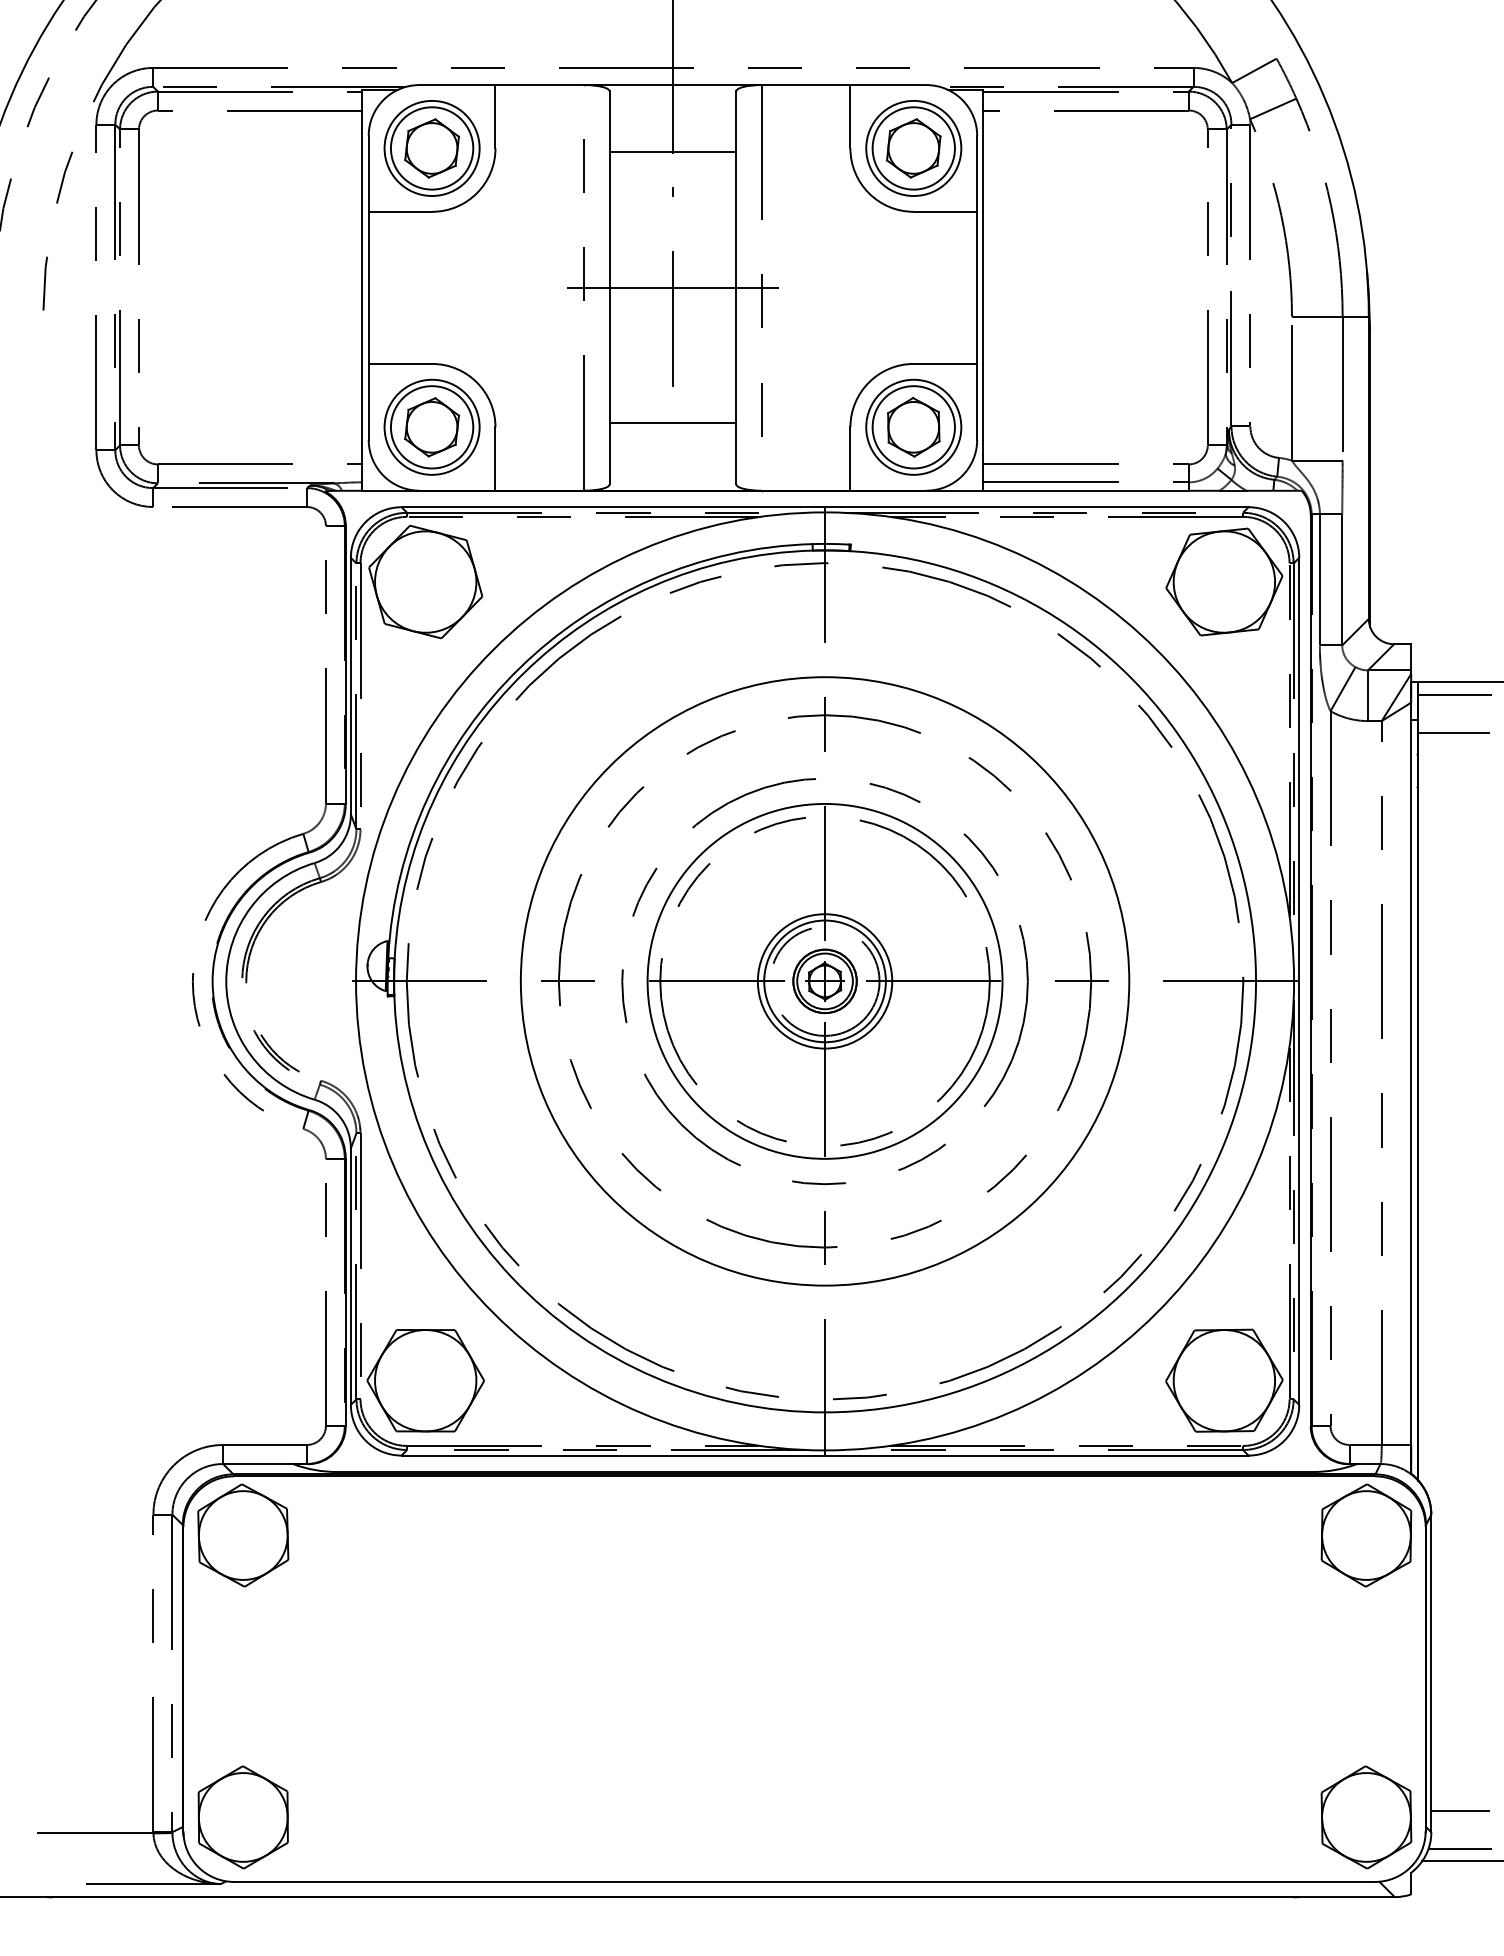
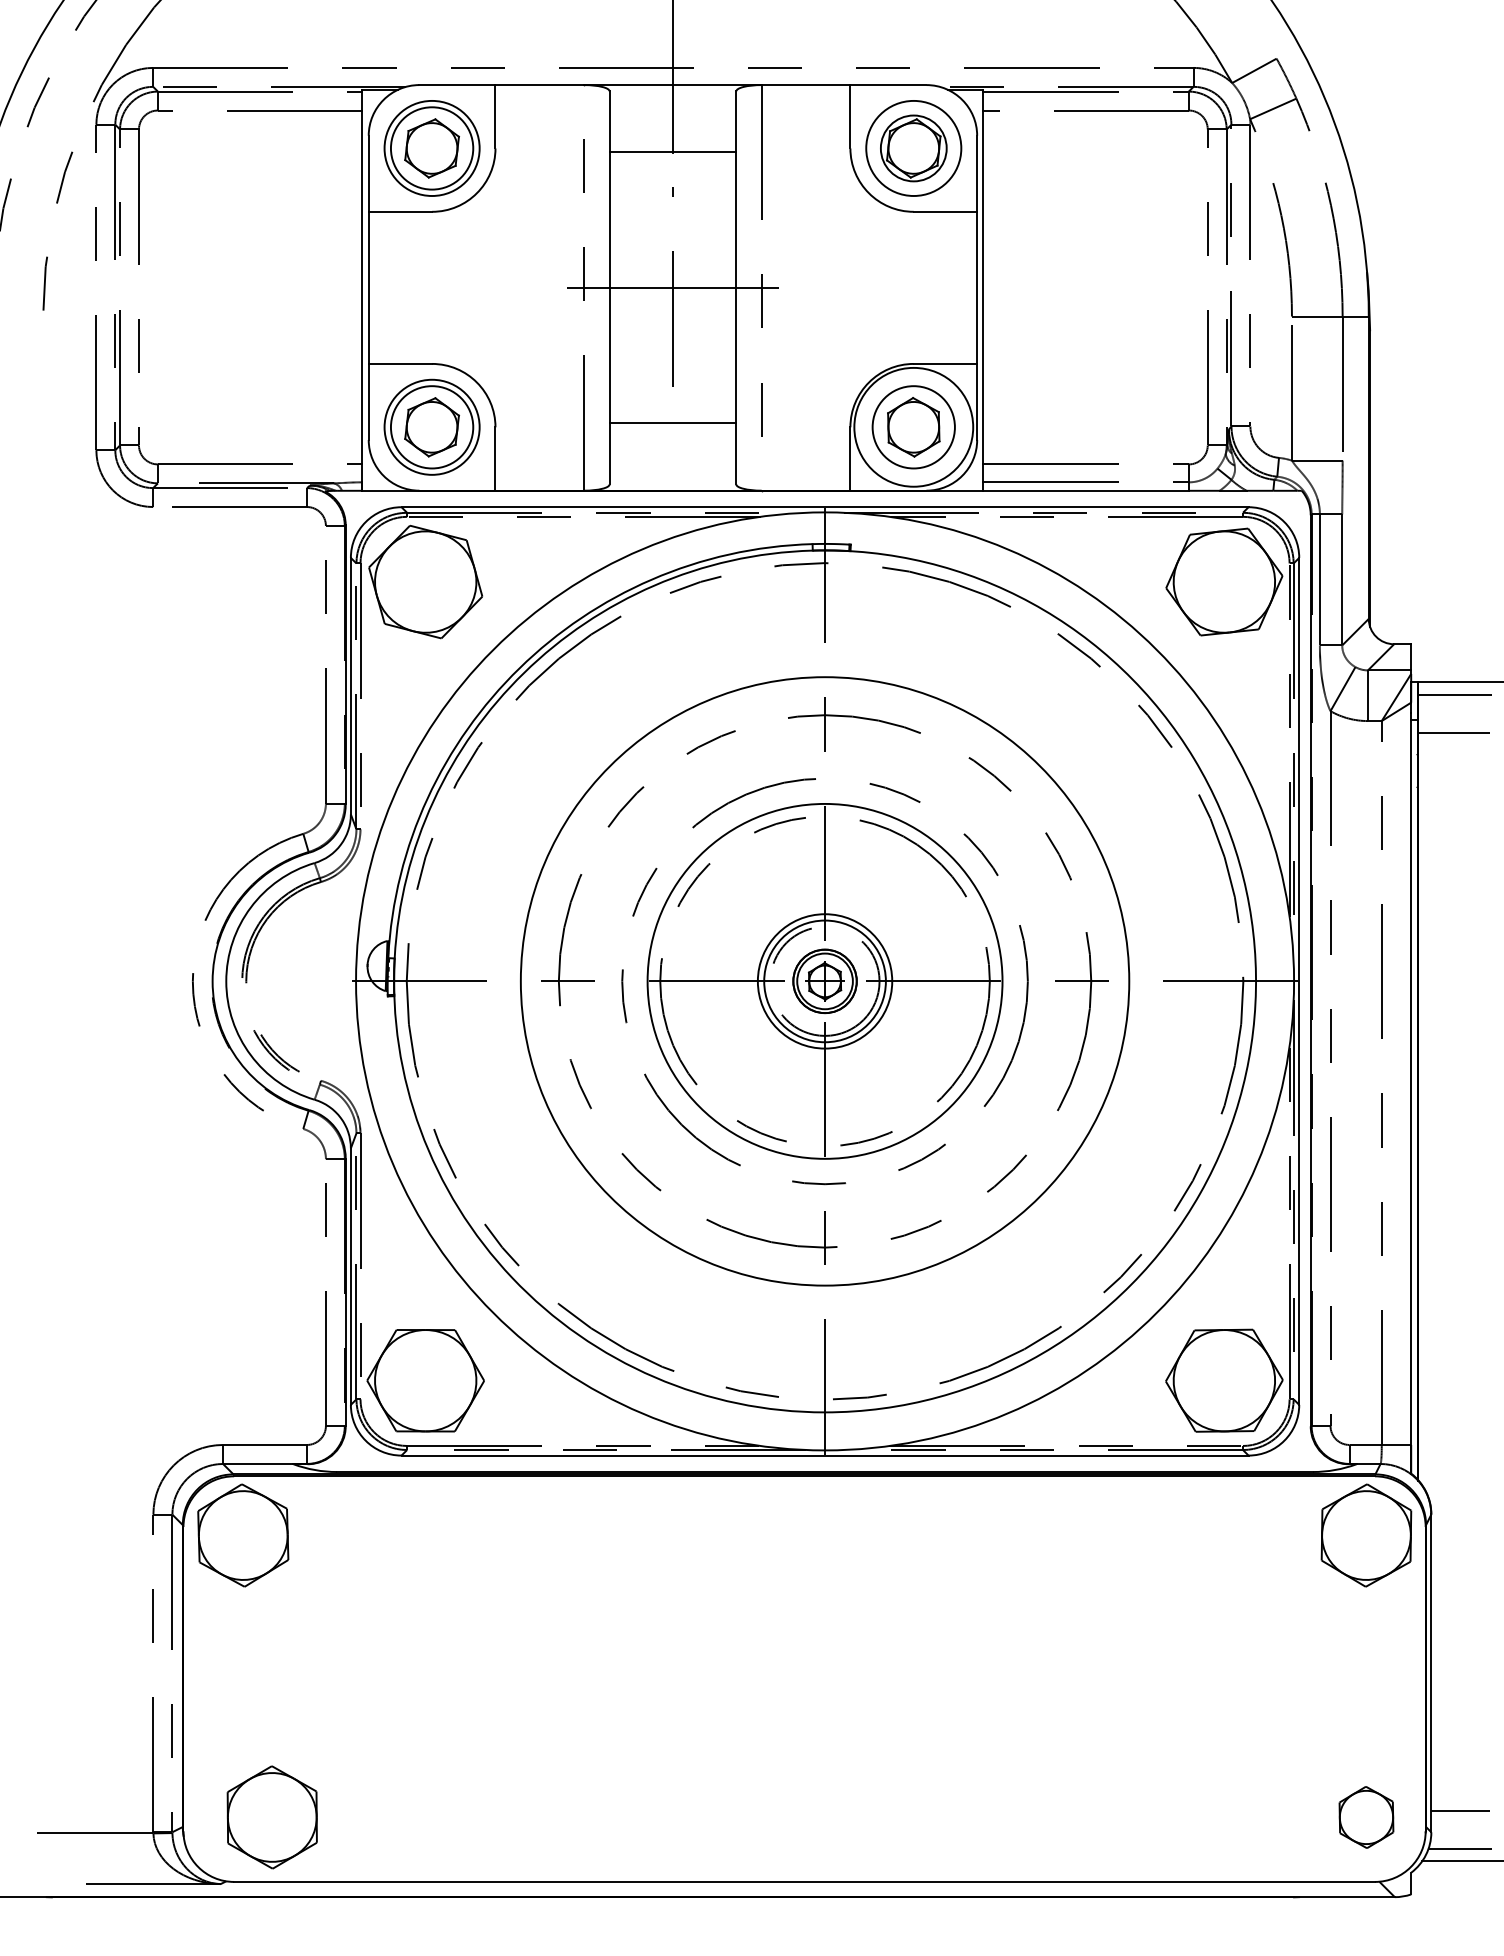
circle at (913, 148) diameter: 82 px -> 66 px
circle at (913, 426) diameter: 95 px -> 119 px
part at (242, 1817) position: (242, 1817) -> (271, 1817)
part at (1366, 1817) size: 93x105 px -> 57x63 px
